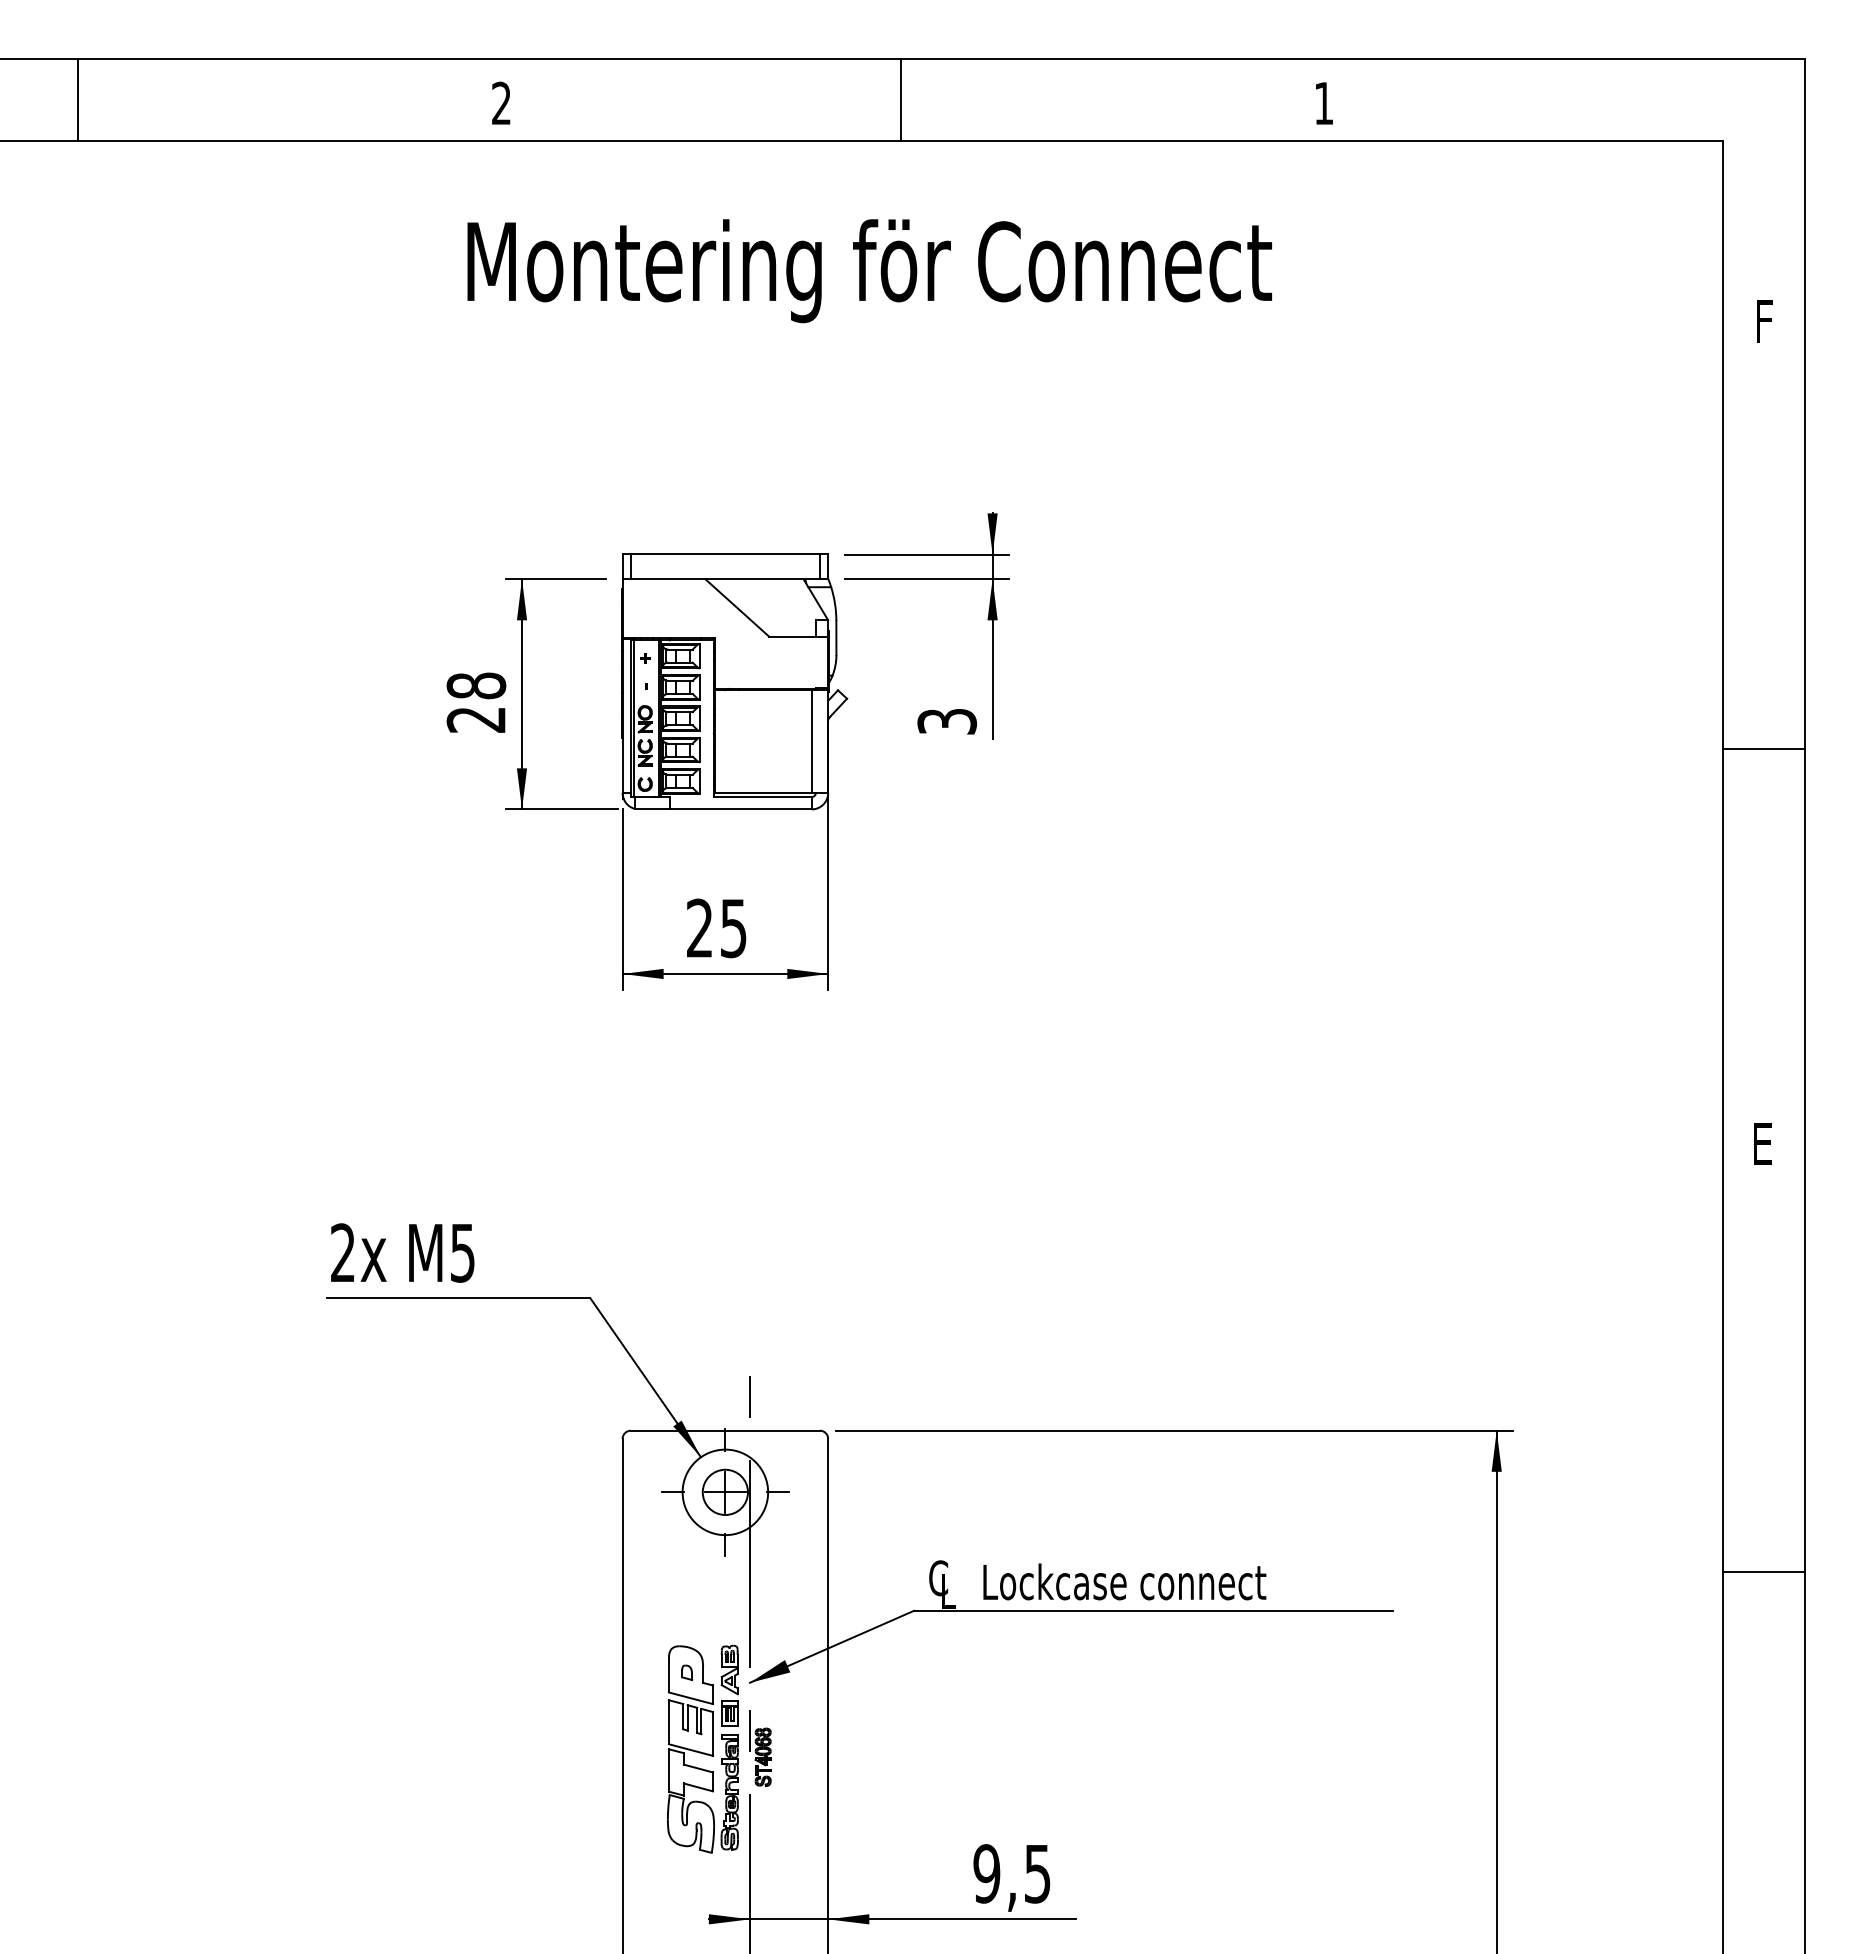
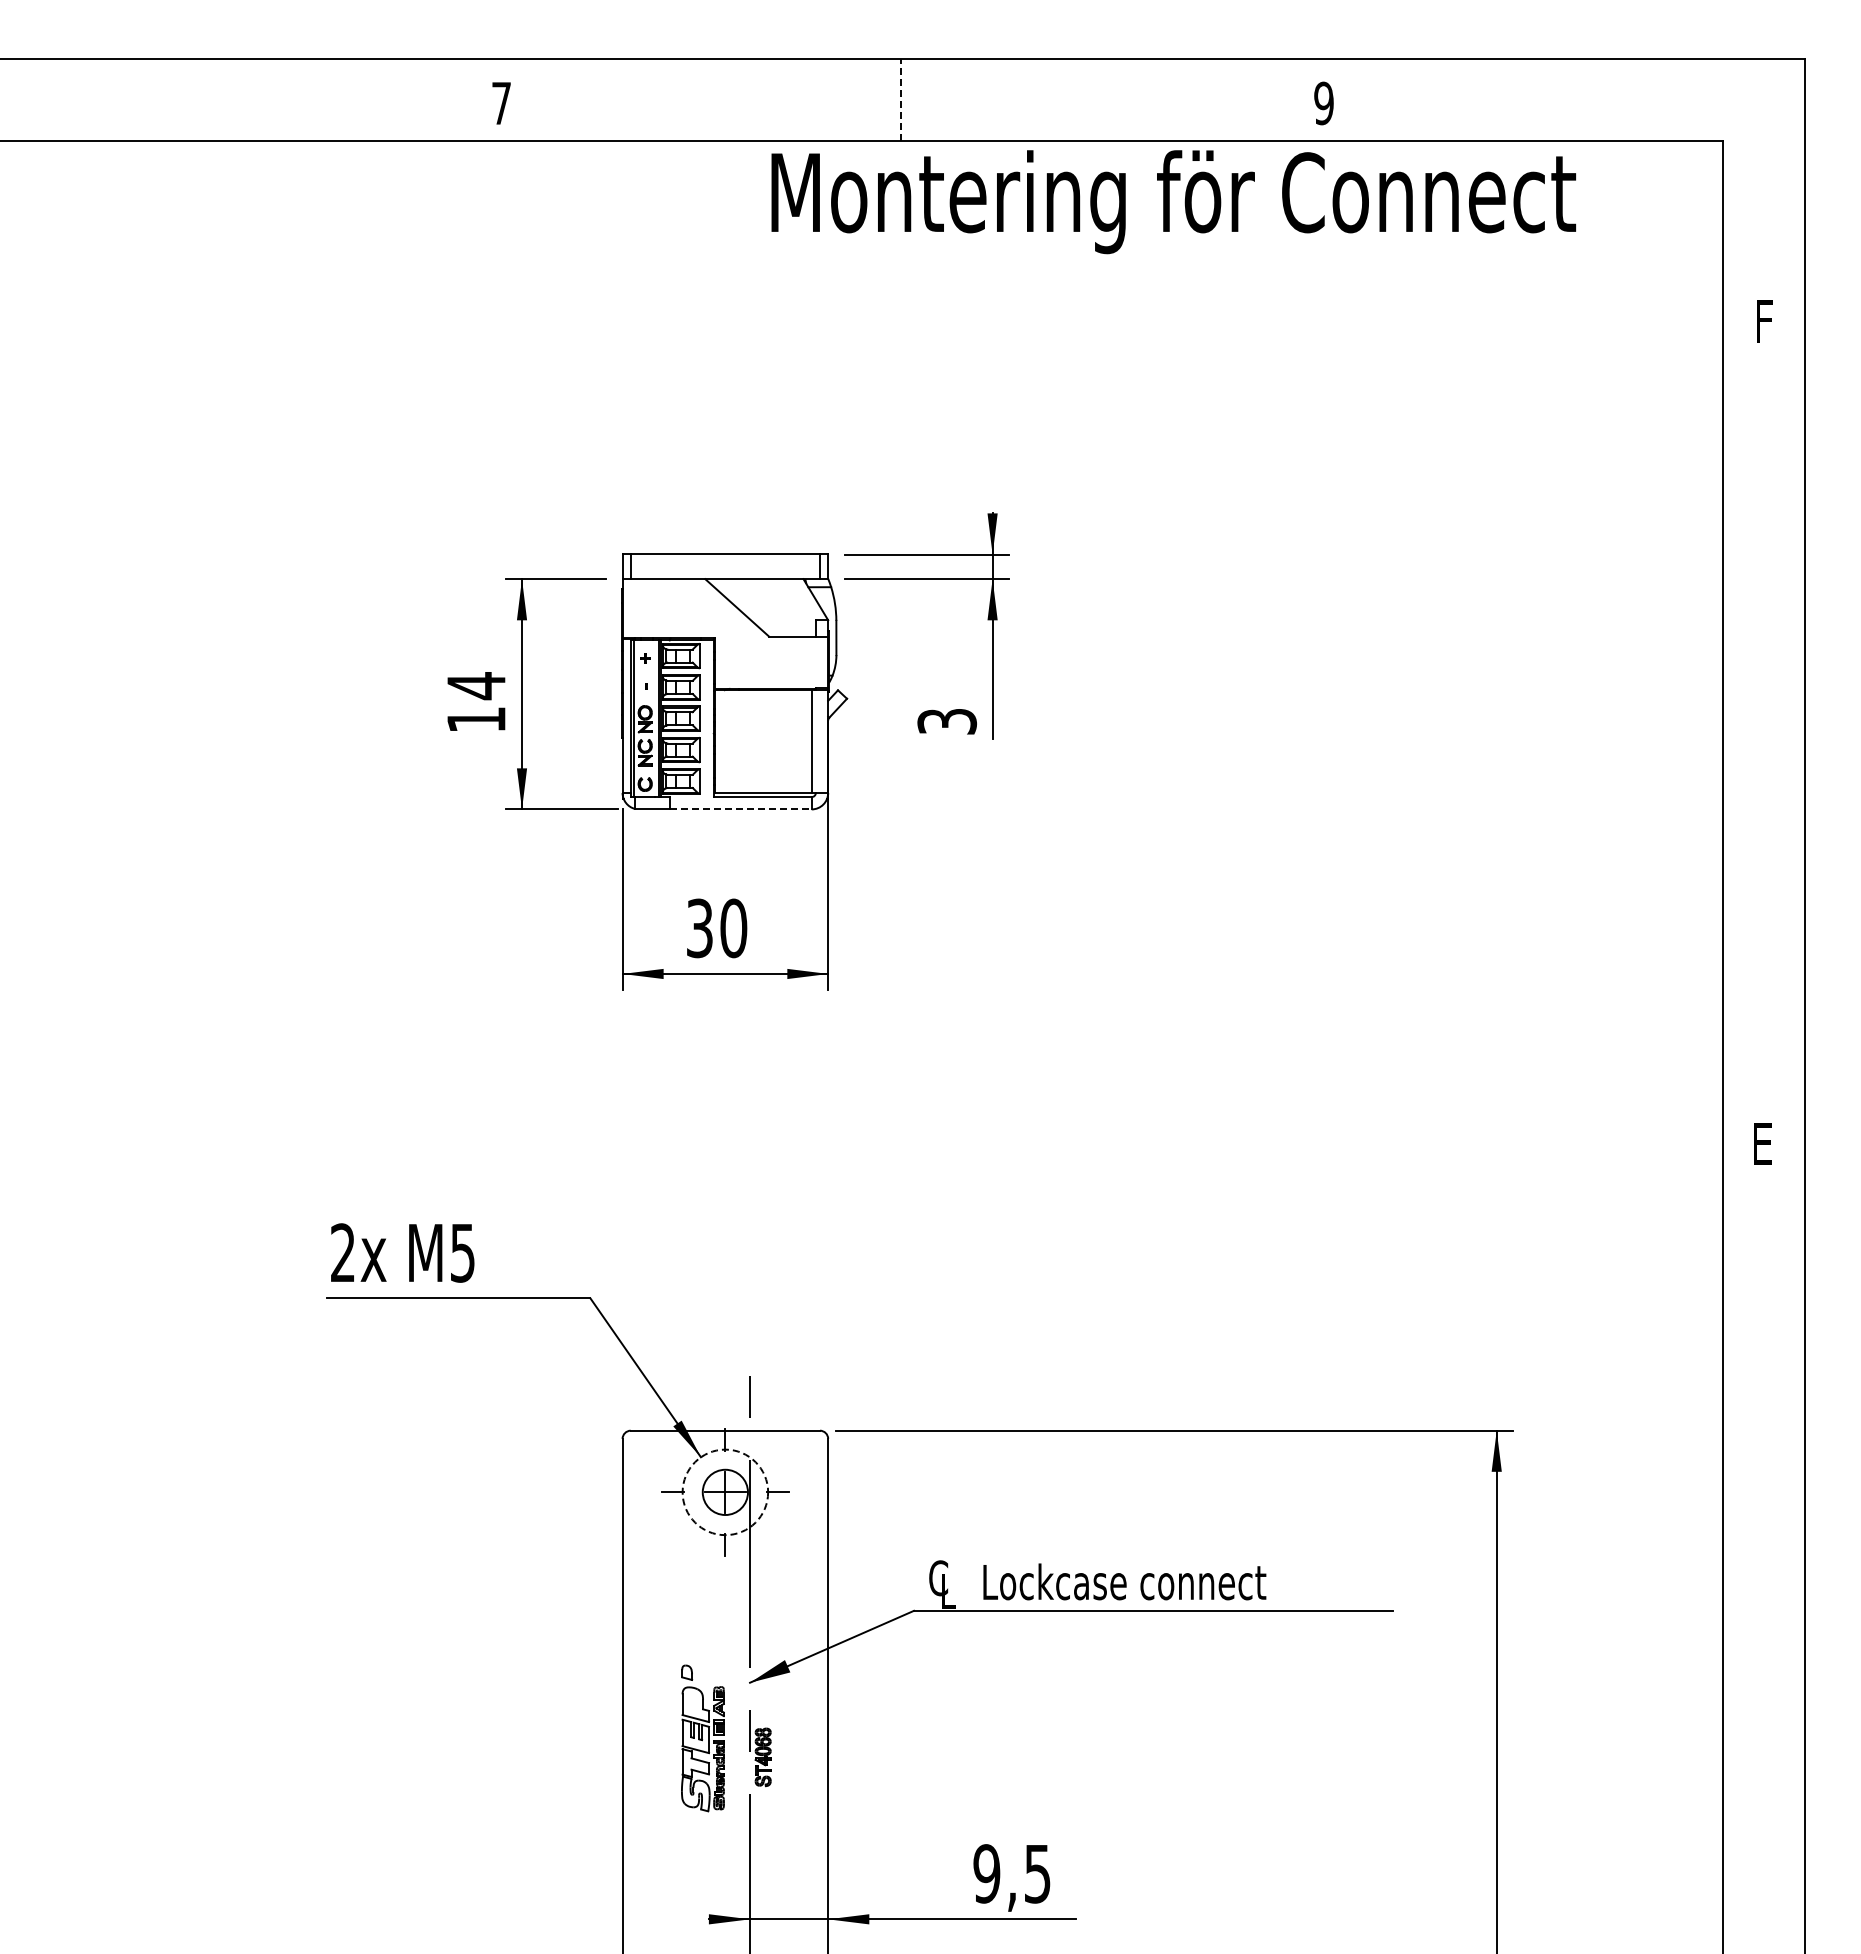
line at (78, 99): present -> none
line at (900, 99): solid -> dashed
text at (501, 102): 2 -> 7
text at (1323, 103): 1 -> 9
text at (869, 271) position: (869, 271) -> (1173, 202)
text at (476, 702): 28 -> 14
line at (1763, 749): present -> none
line at (740, 809): solid -> dashed
text at (717, 928): 25 -> 30
circle at (725, 1492): solid -> dashed
line at (1763, 1571): present -> none
part at (702, 1748) size: 72x210 px -> 44x127 px
